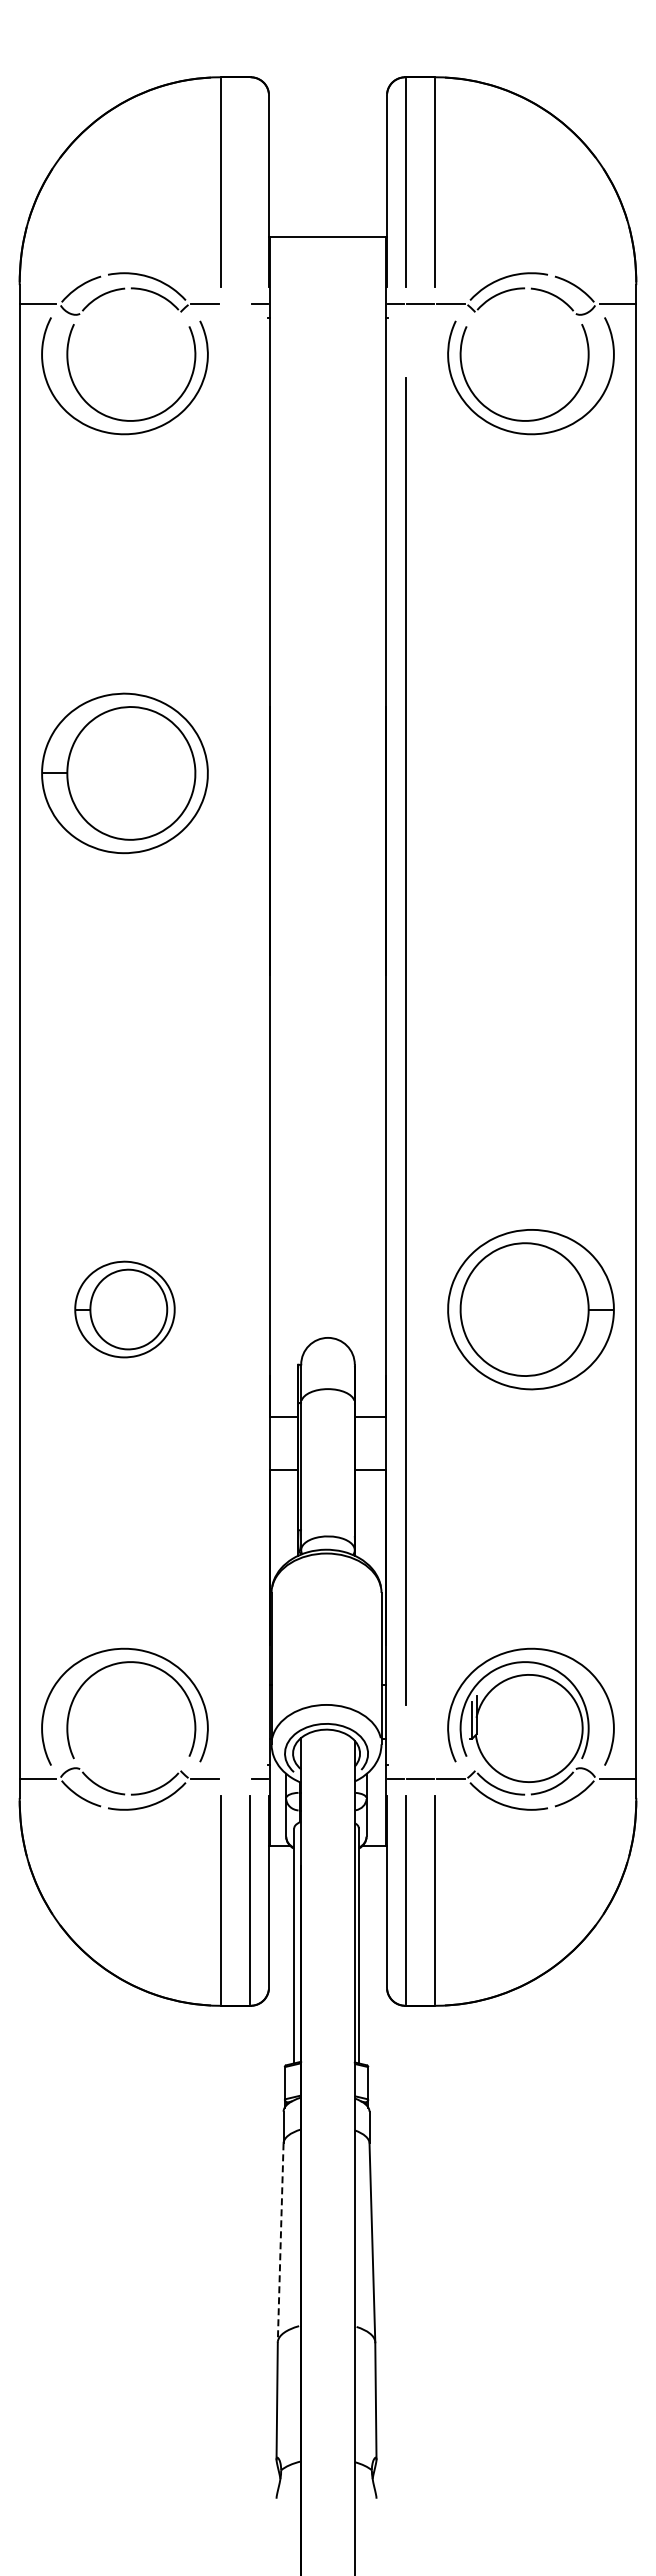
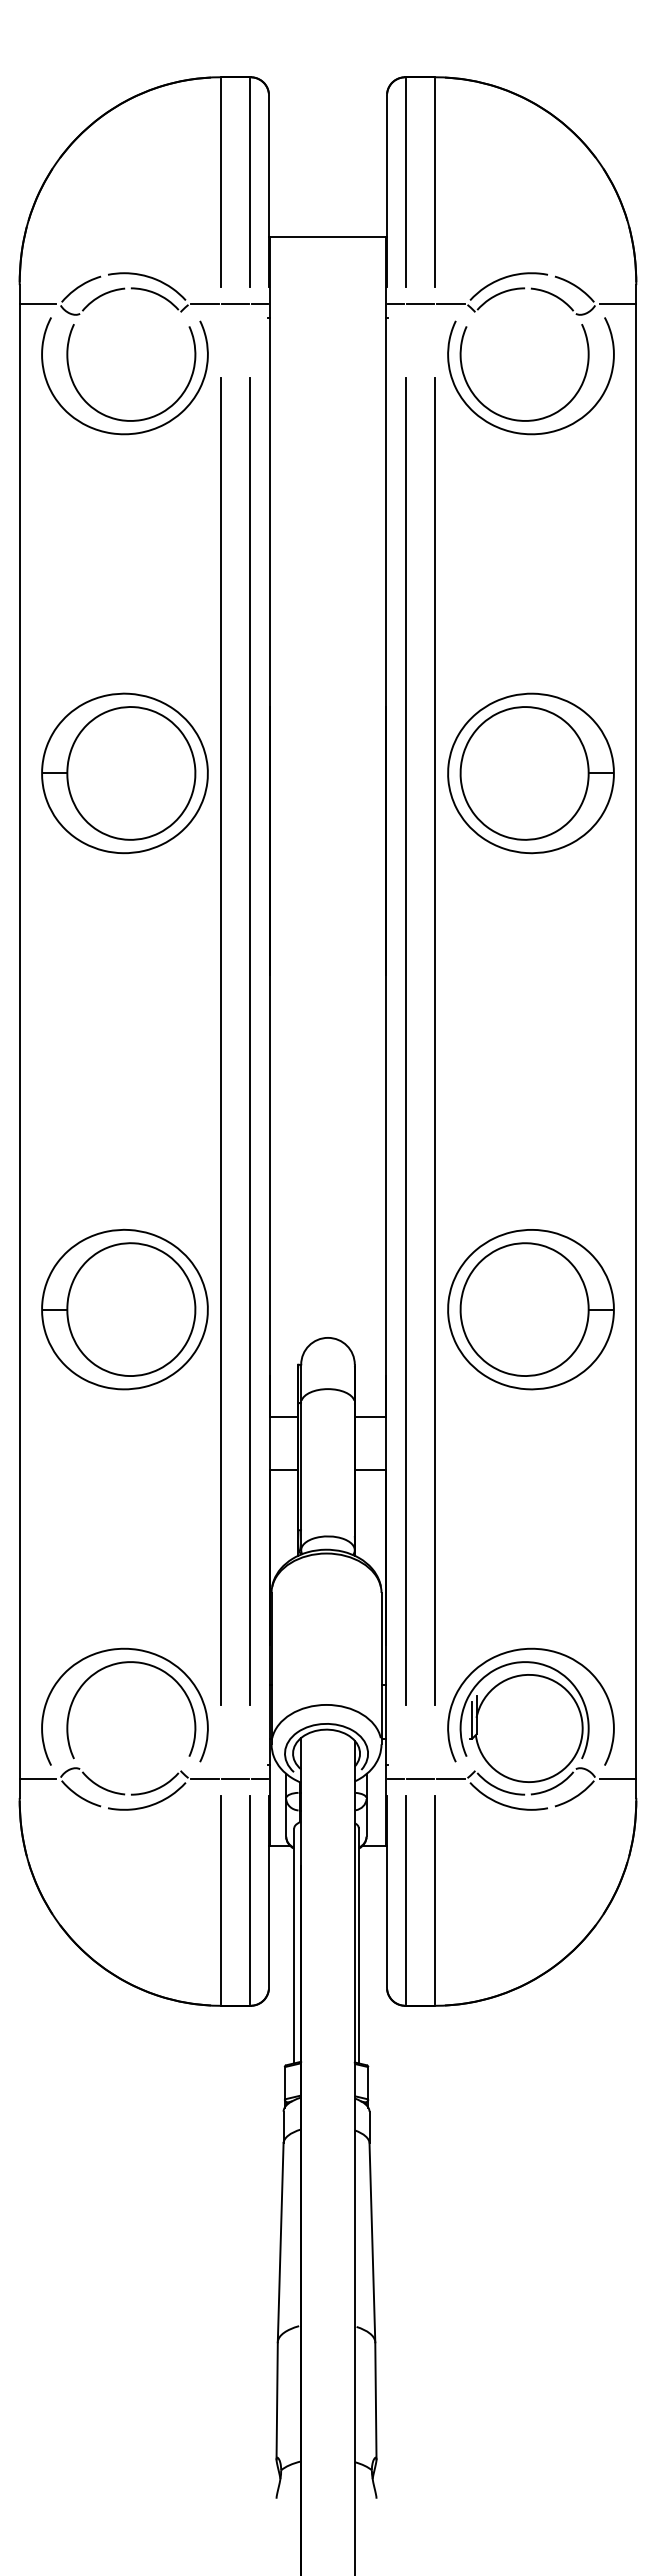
line at (250, 183): none -> present
line at (235, 304): none -> present
part at (530, 773): none -> present
line at (220, 1041): none -> present
line at (250, 1041): none -> present
line at (435, 1041): none -> present
part at (124, 1309) size: 102x99 px -> 168x163 px
line at (235, 1778): none -> present
line at (280, 2242): dashed -> solid
